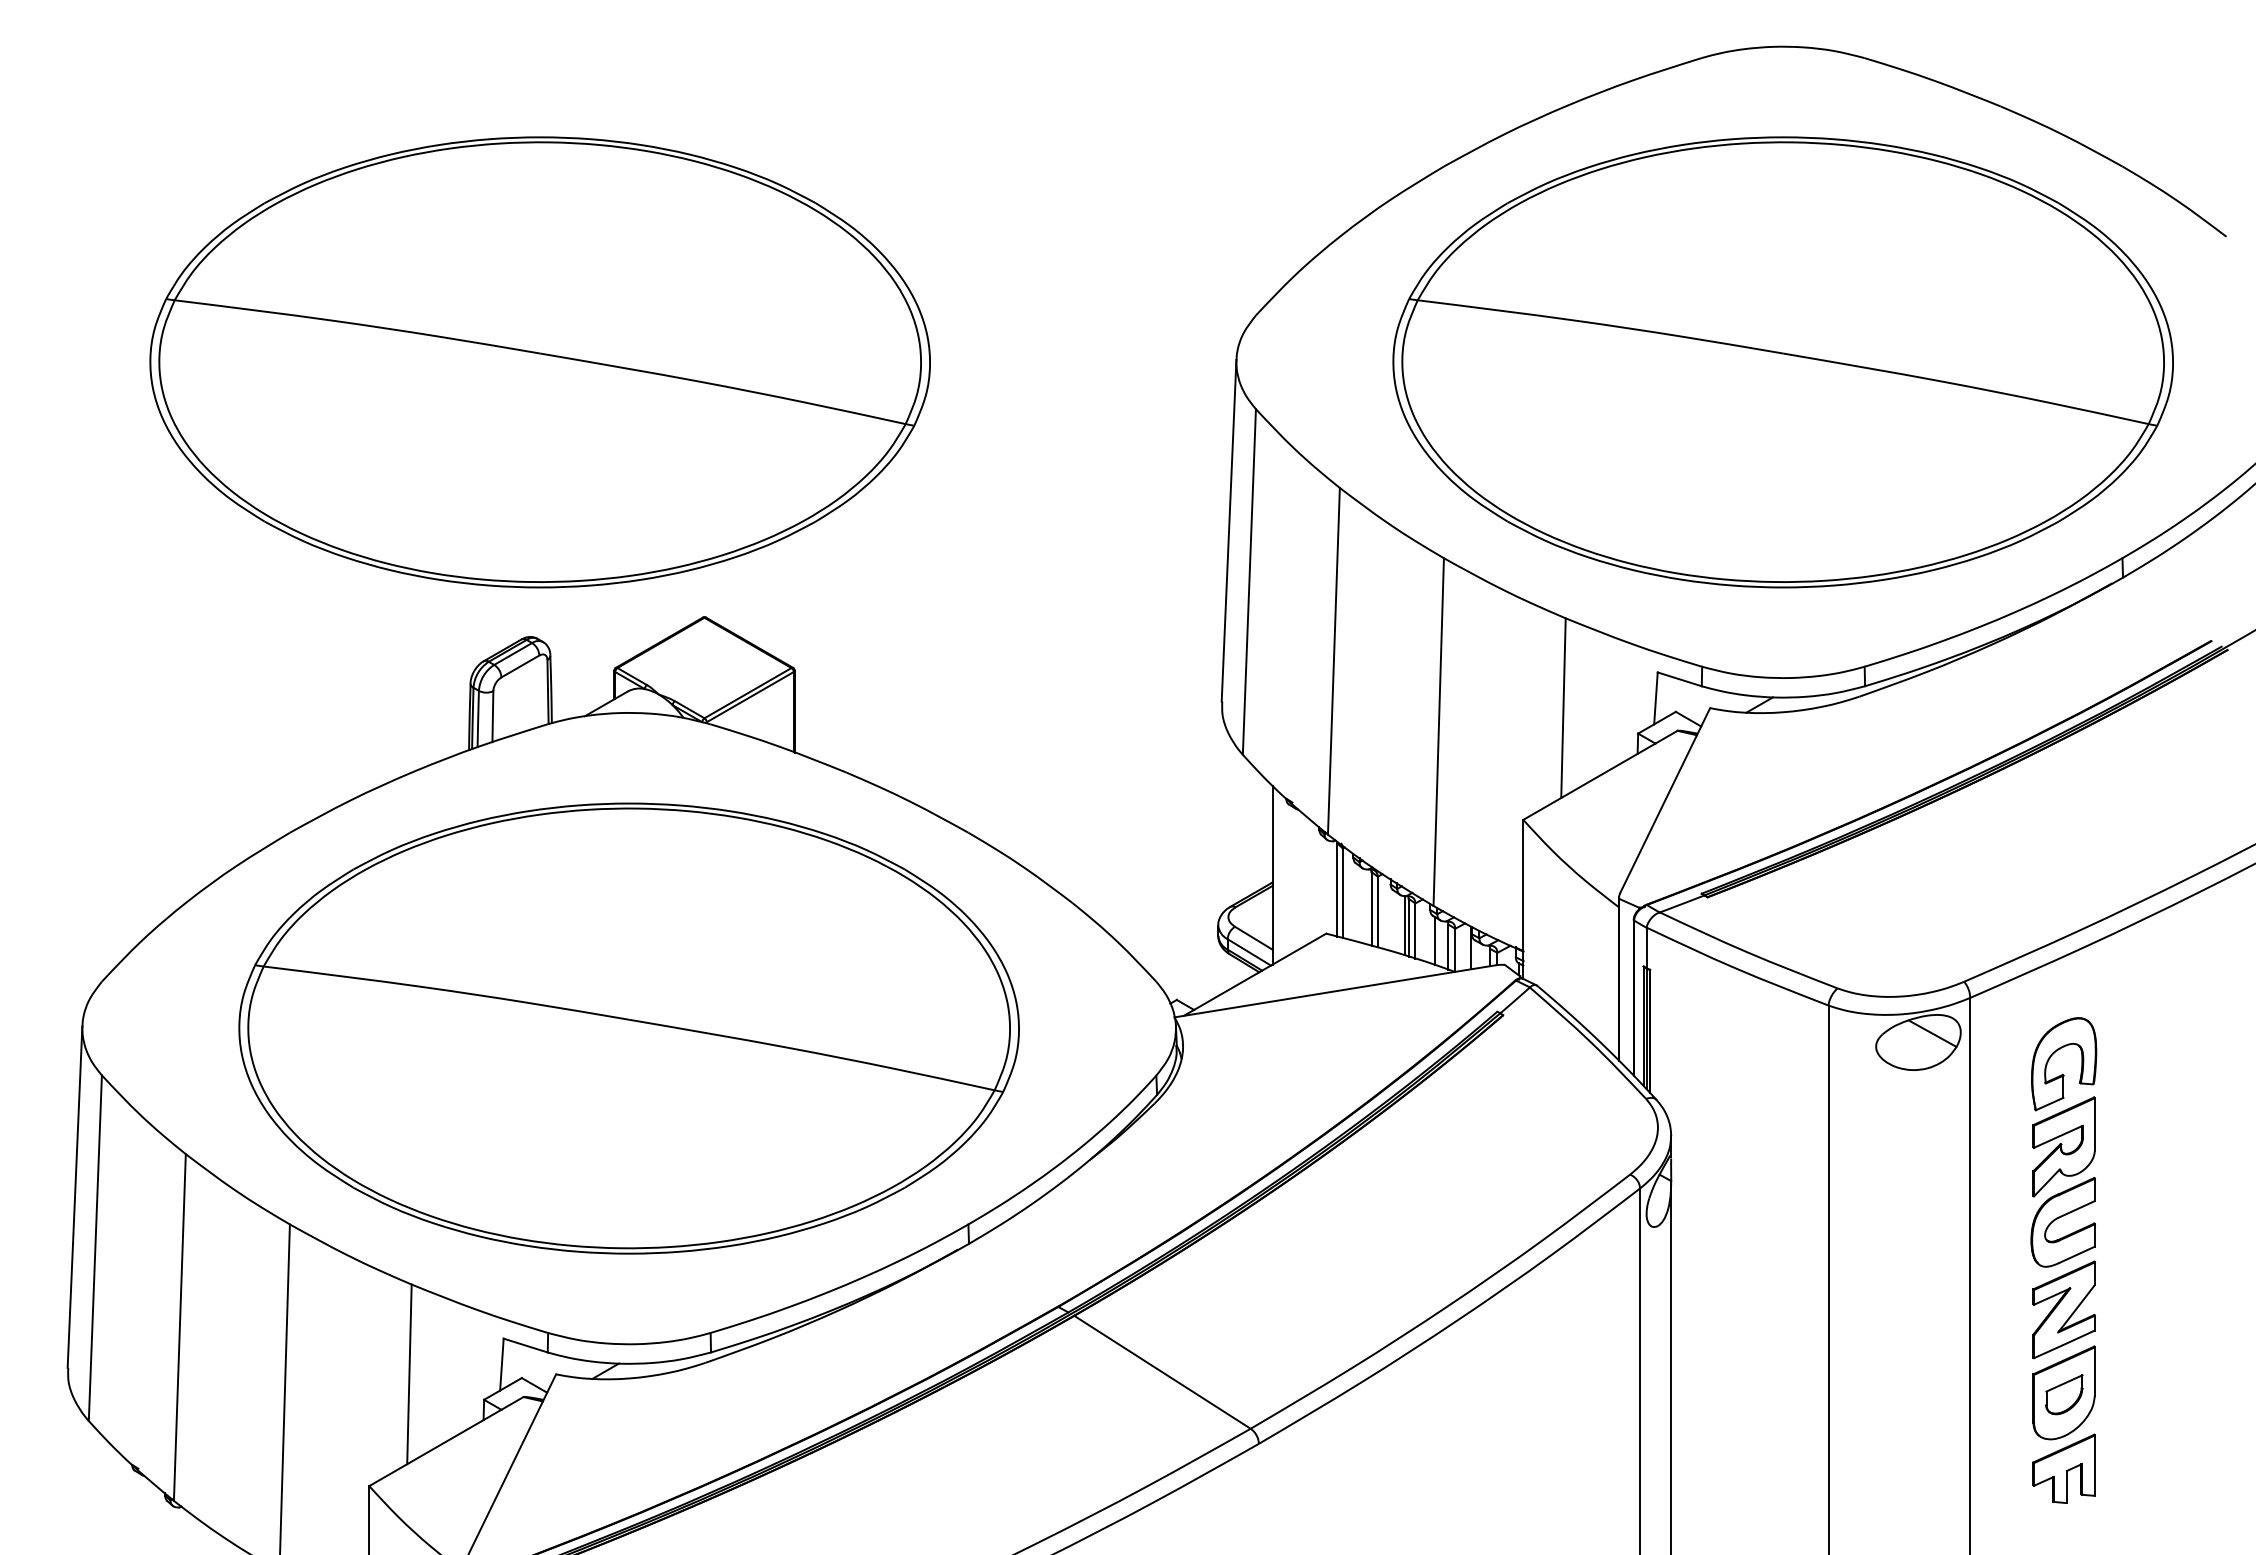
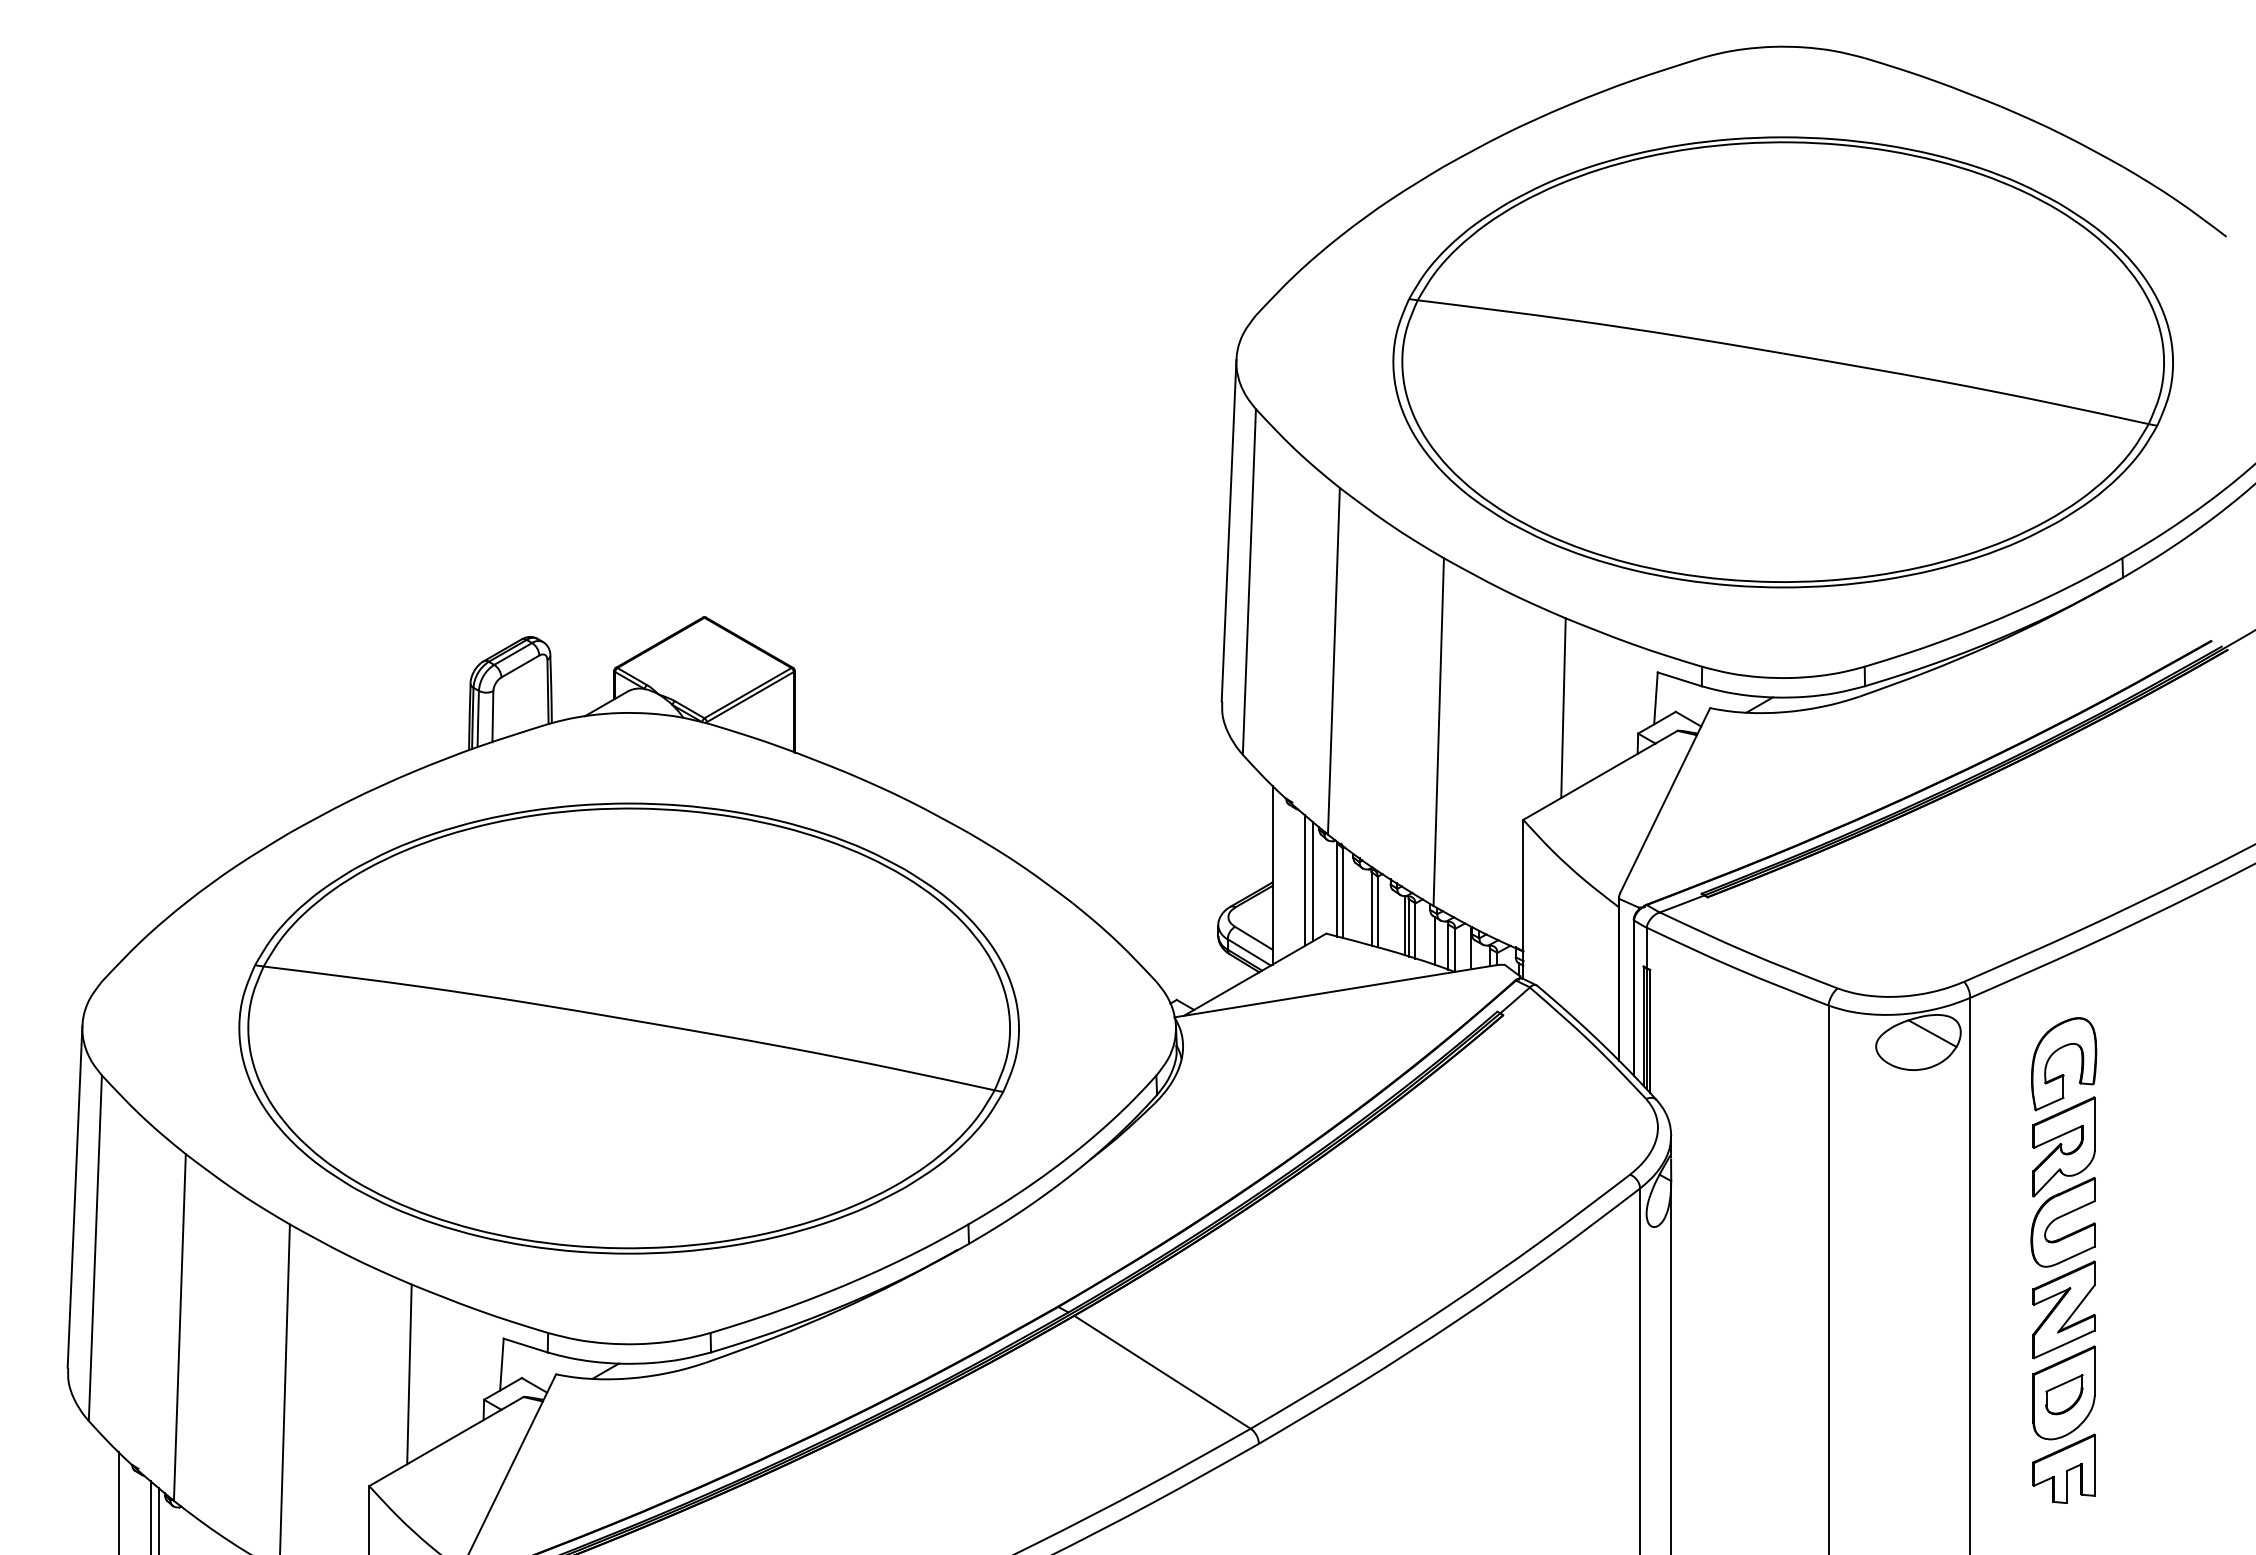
part at (539, 362): present -> none
line at (1304, 879): none -> present
line at (1312, 881): none -> present
line at (118, 1501): none -> present
line at (150, 1516): none -> present
line at (158, 1519): none -> present
